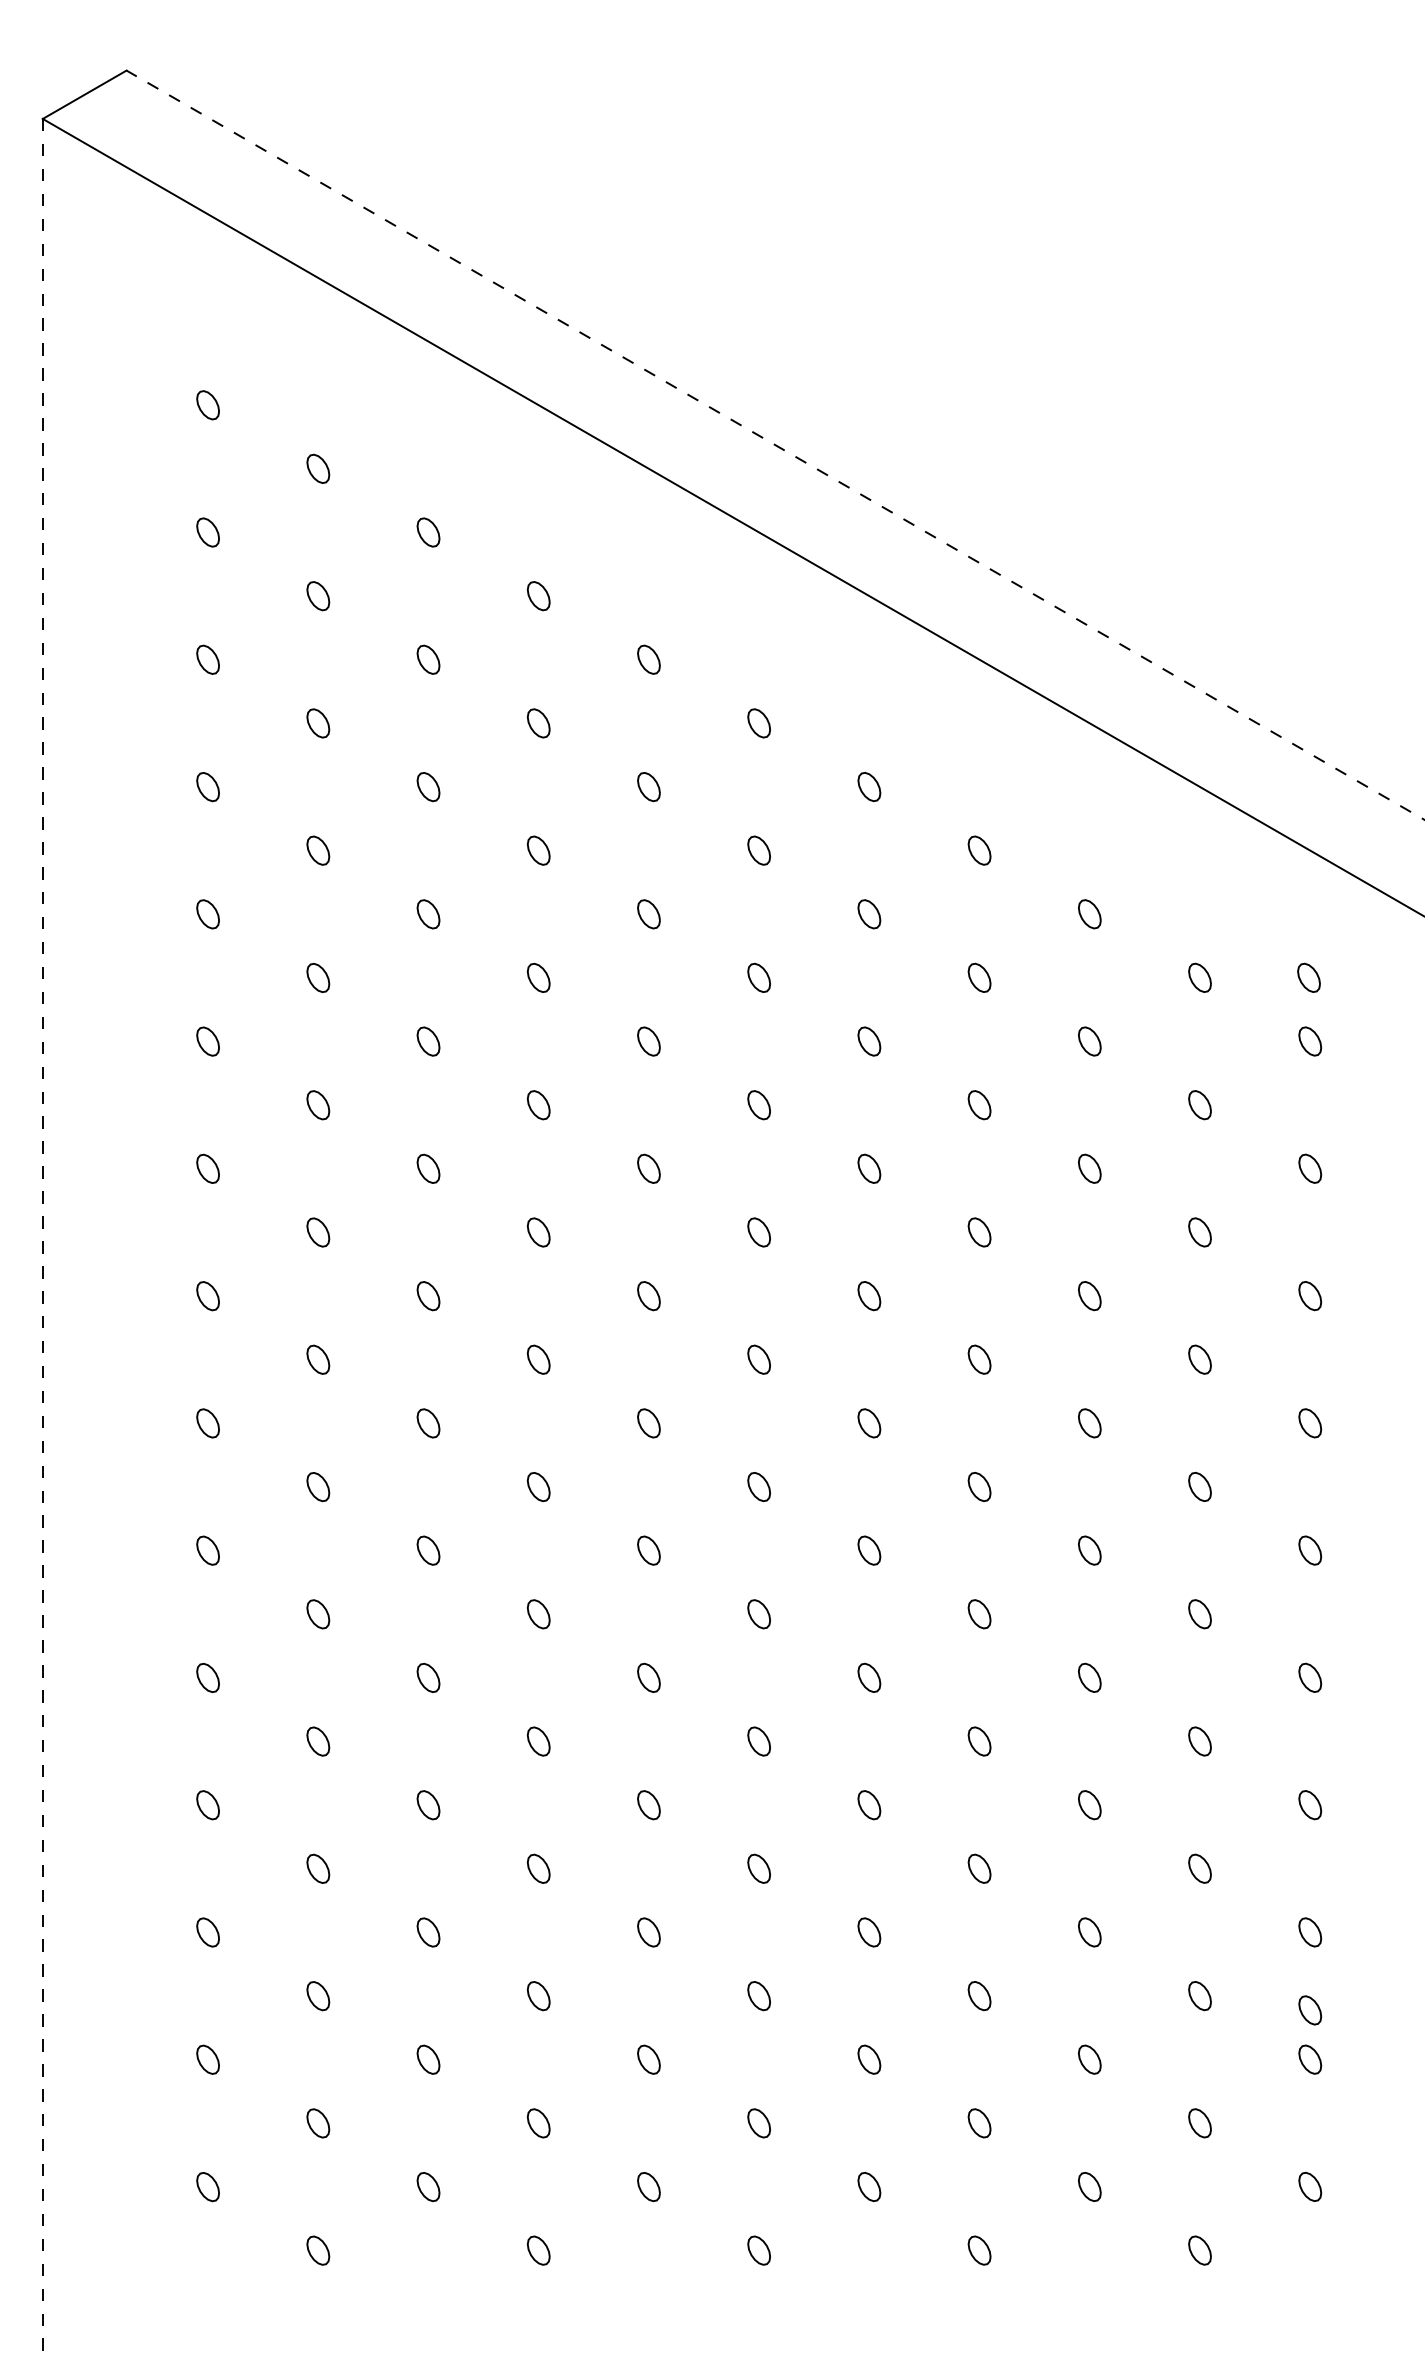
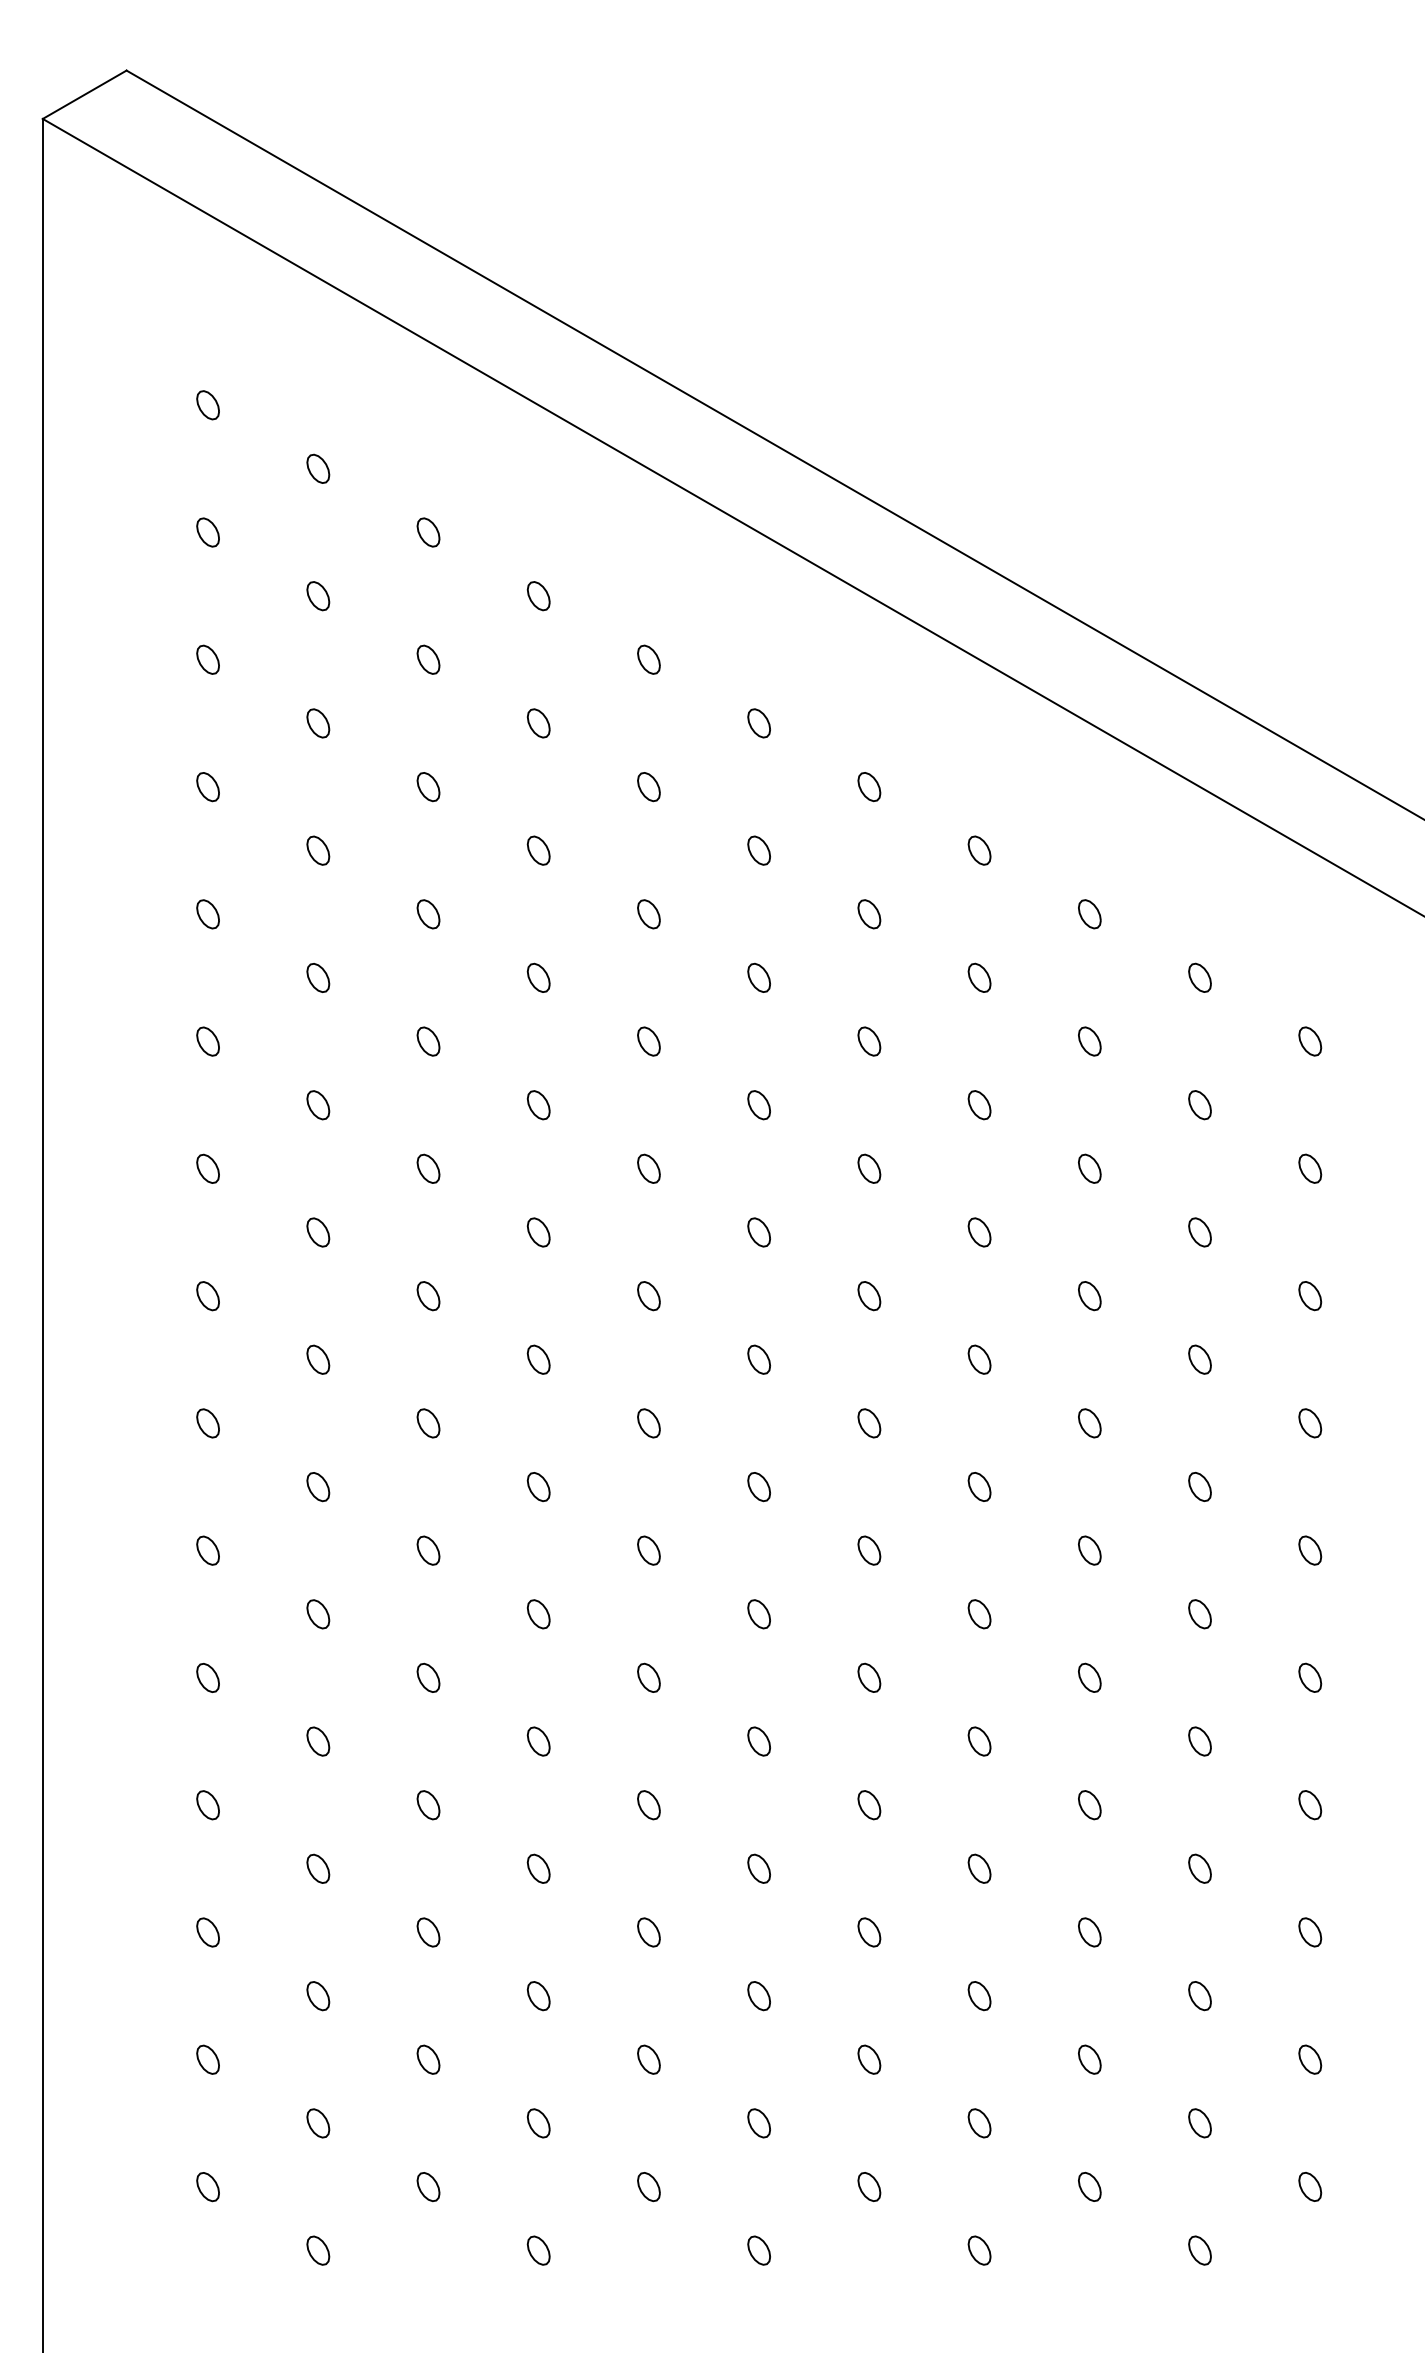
line at (775, 444): dashed -> solid
part at (1308, 977): present -> none
line at (42, 1236): dashed -> solid
part at (1310, 2010): present -> none
